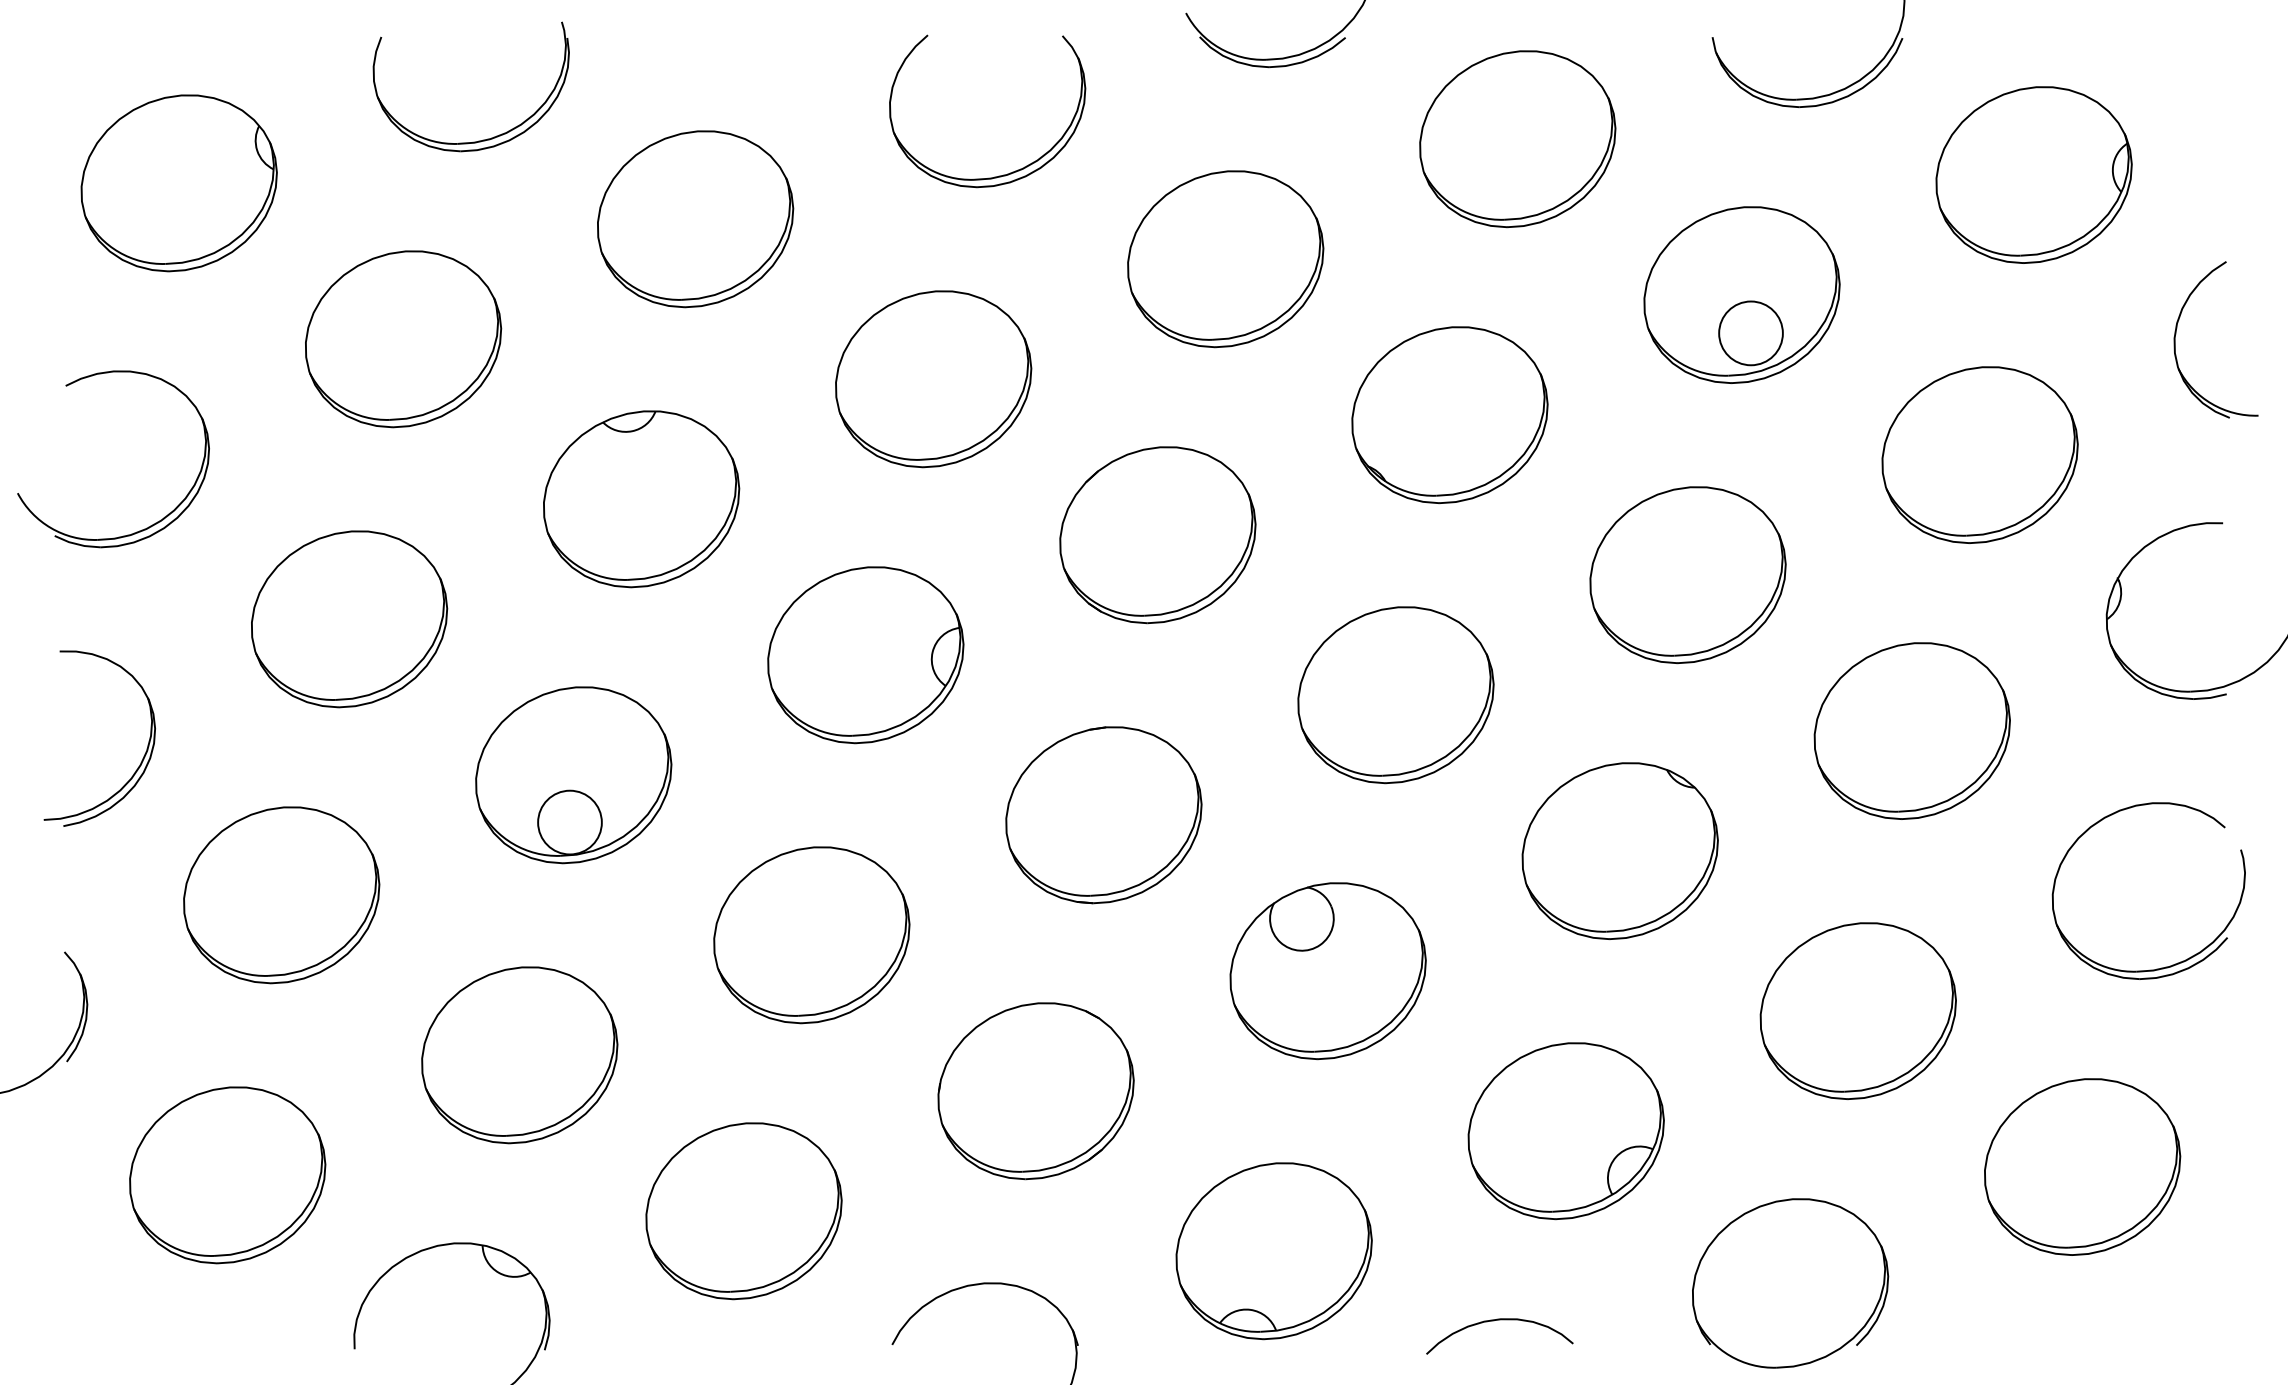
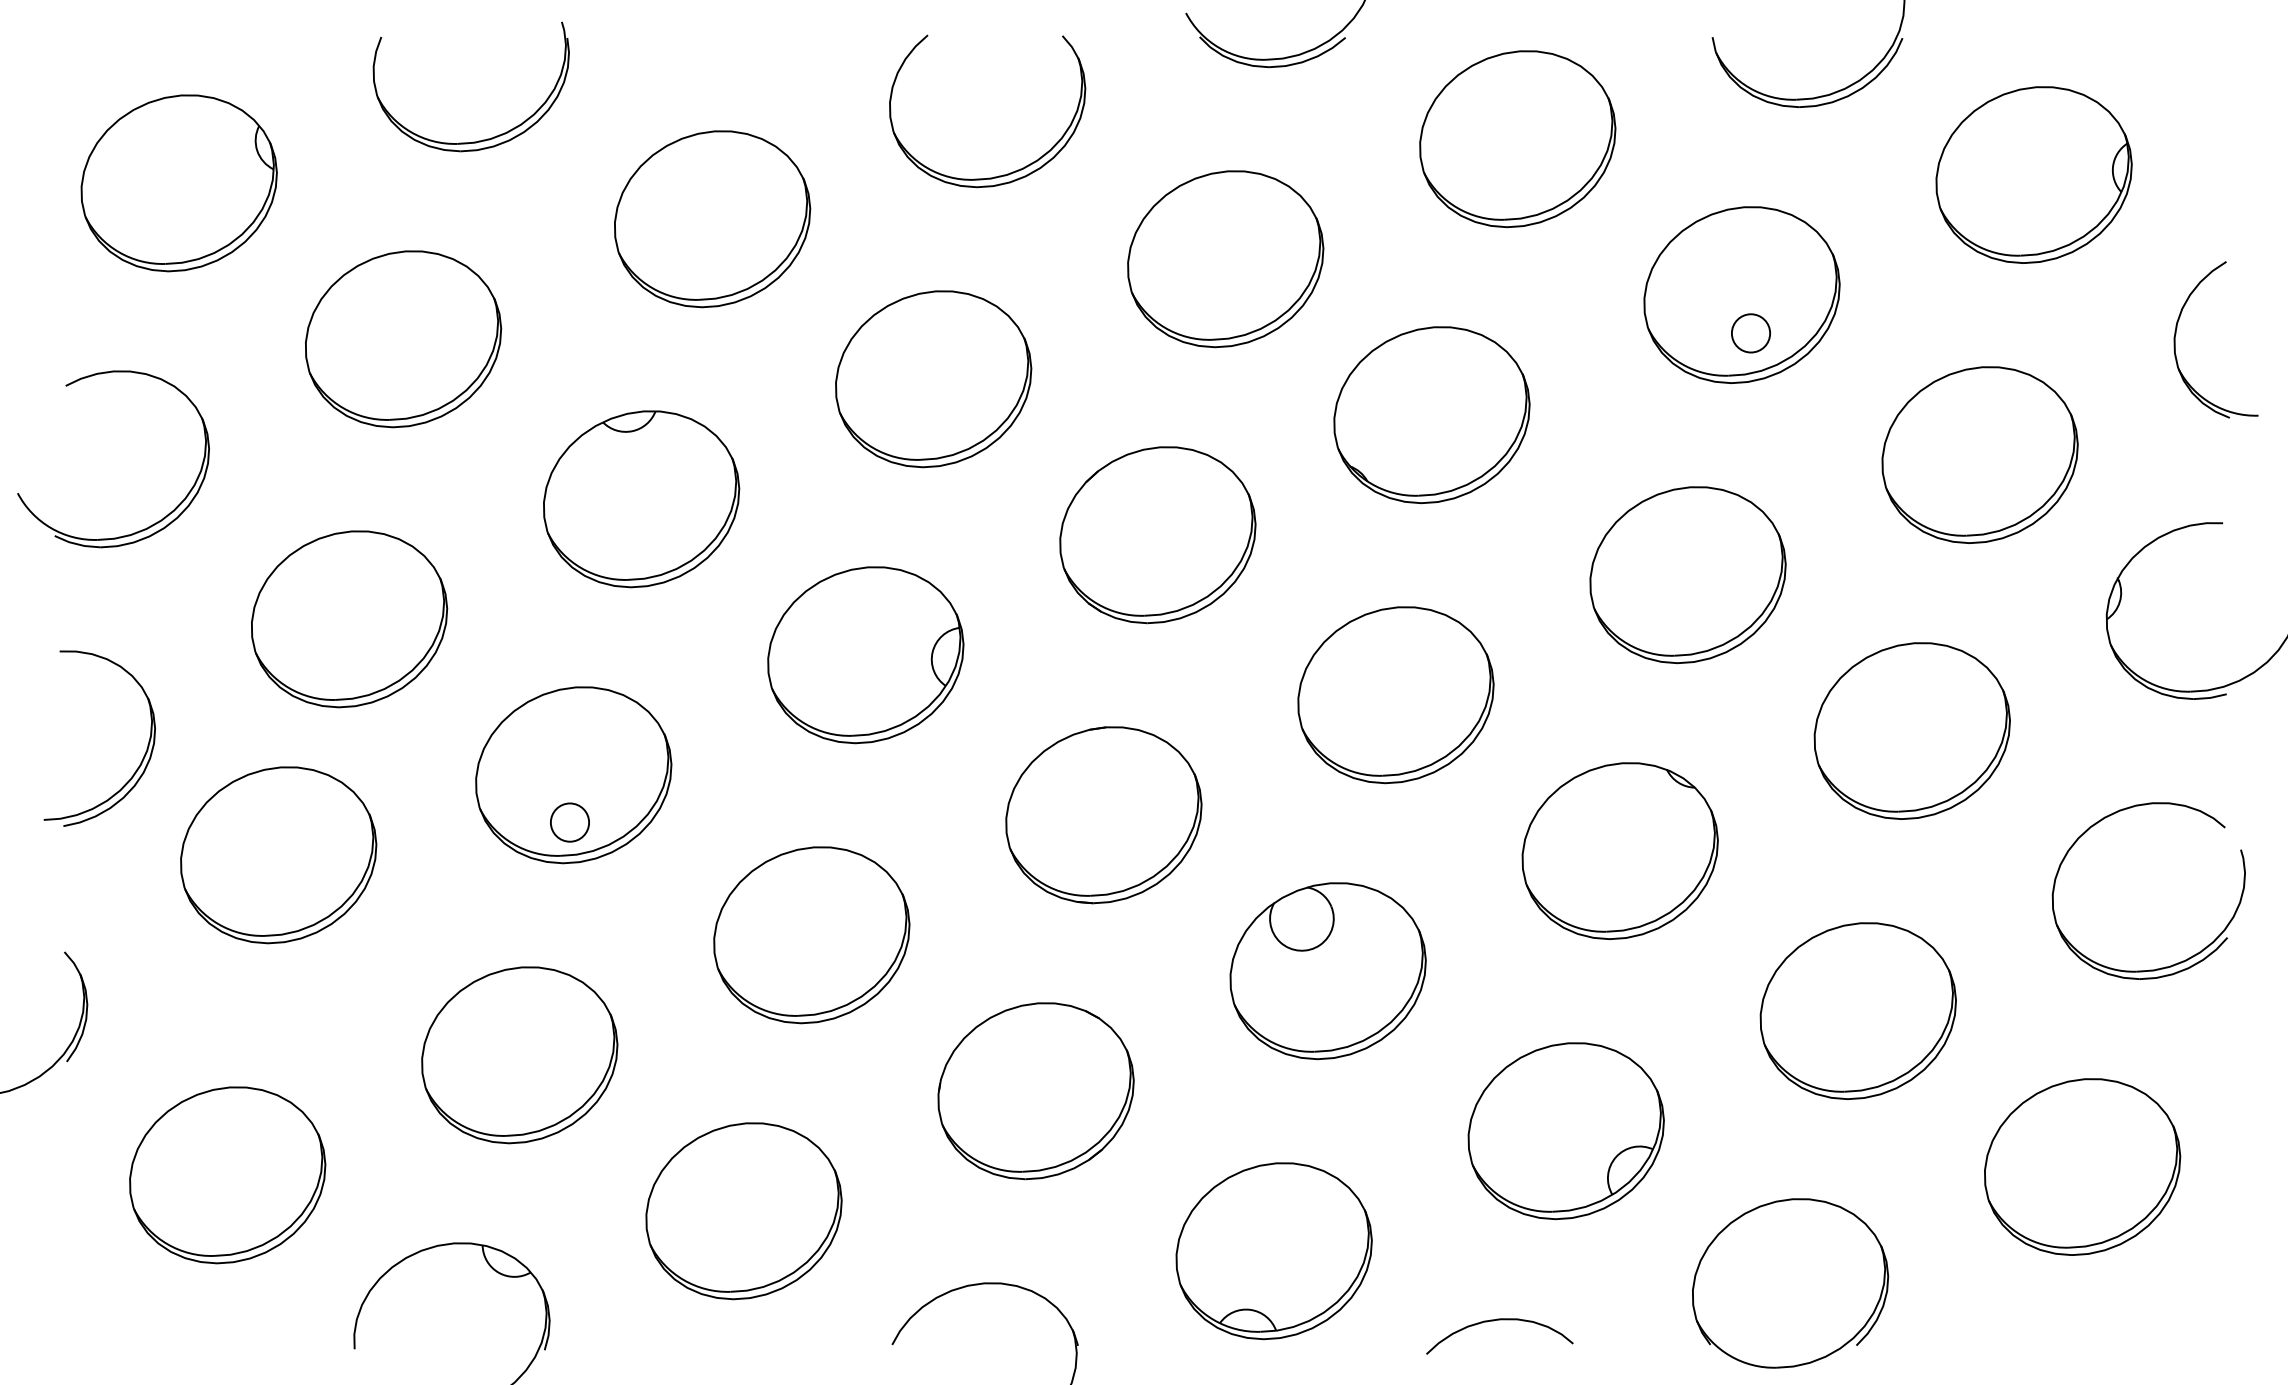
part at (695, 219) position: (695, 219) -> (712, 219)
circle at (1750, 333) diameter: 64 px -> 38 px
part at (1449, 415) position: (1449, 415) -> (1431, 415)
circle at (569, 822) diameter: 64 px -> 38 px
part at (281, 895) position: (281, 895) -> (278, 855)
